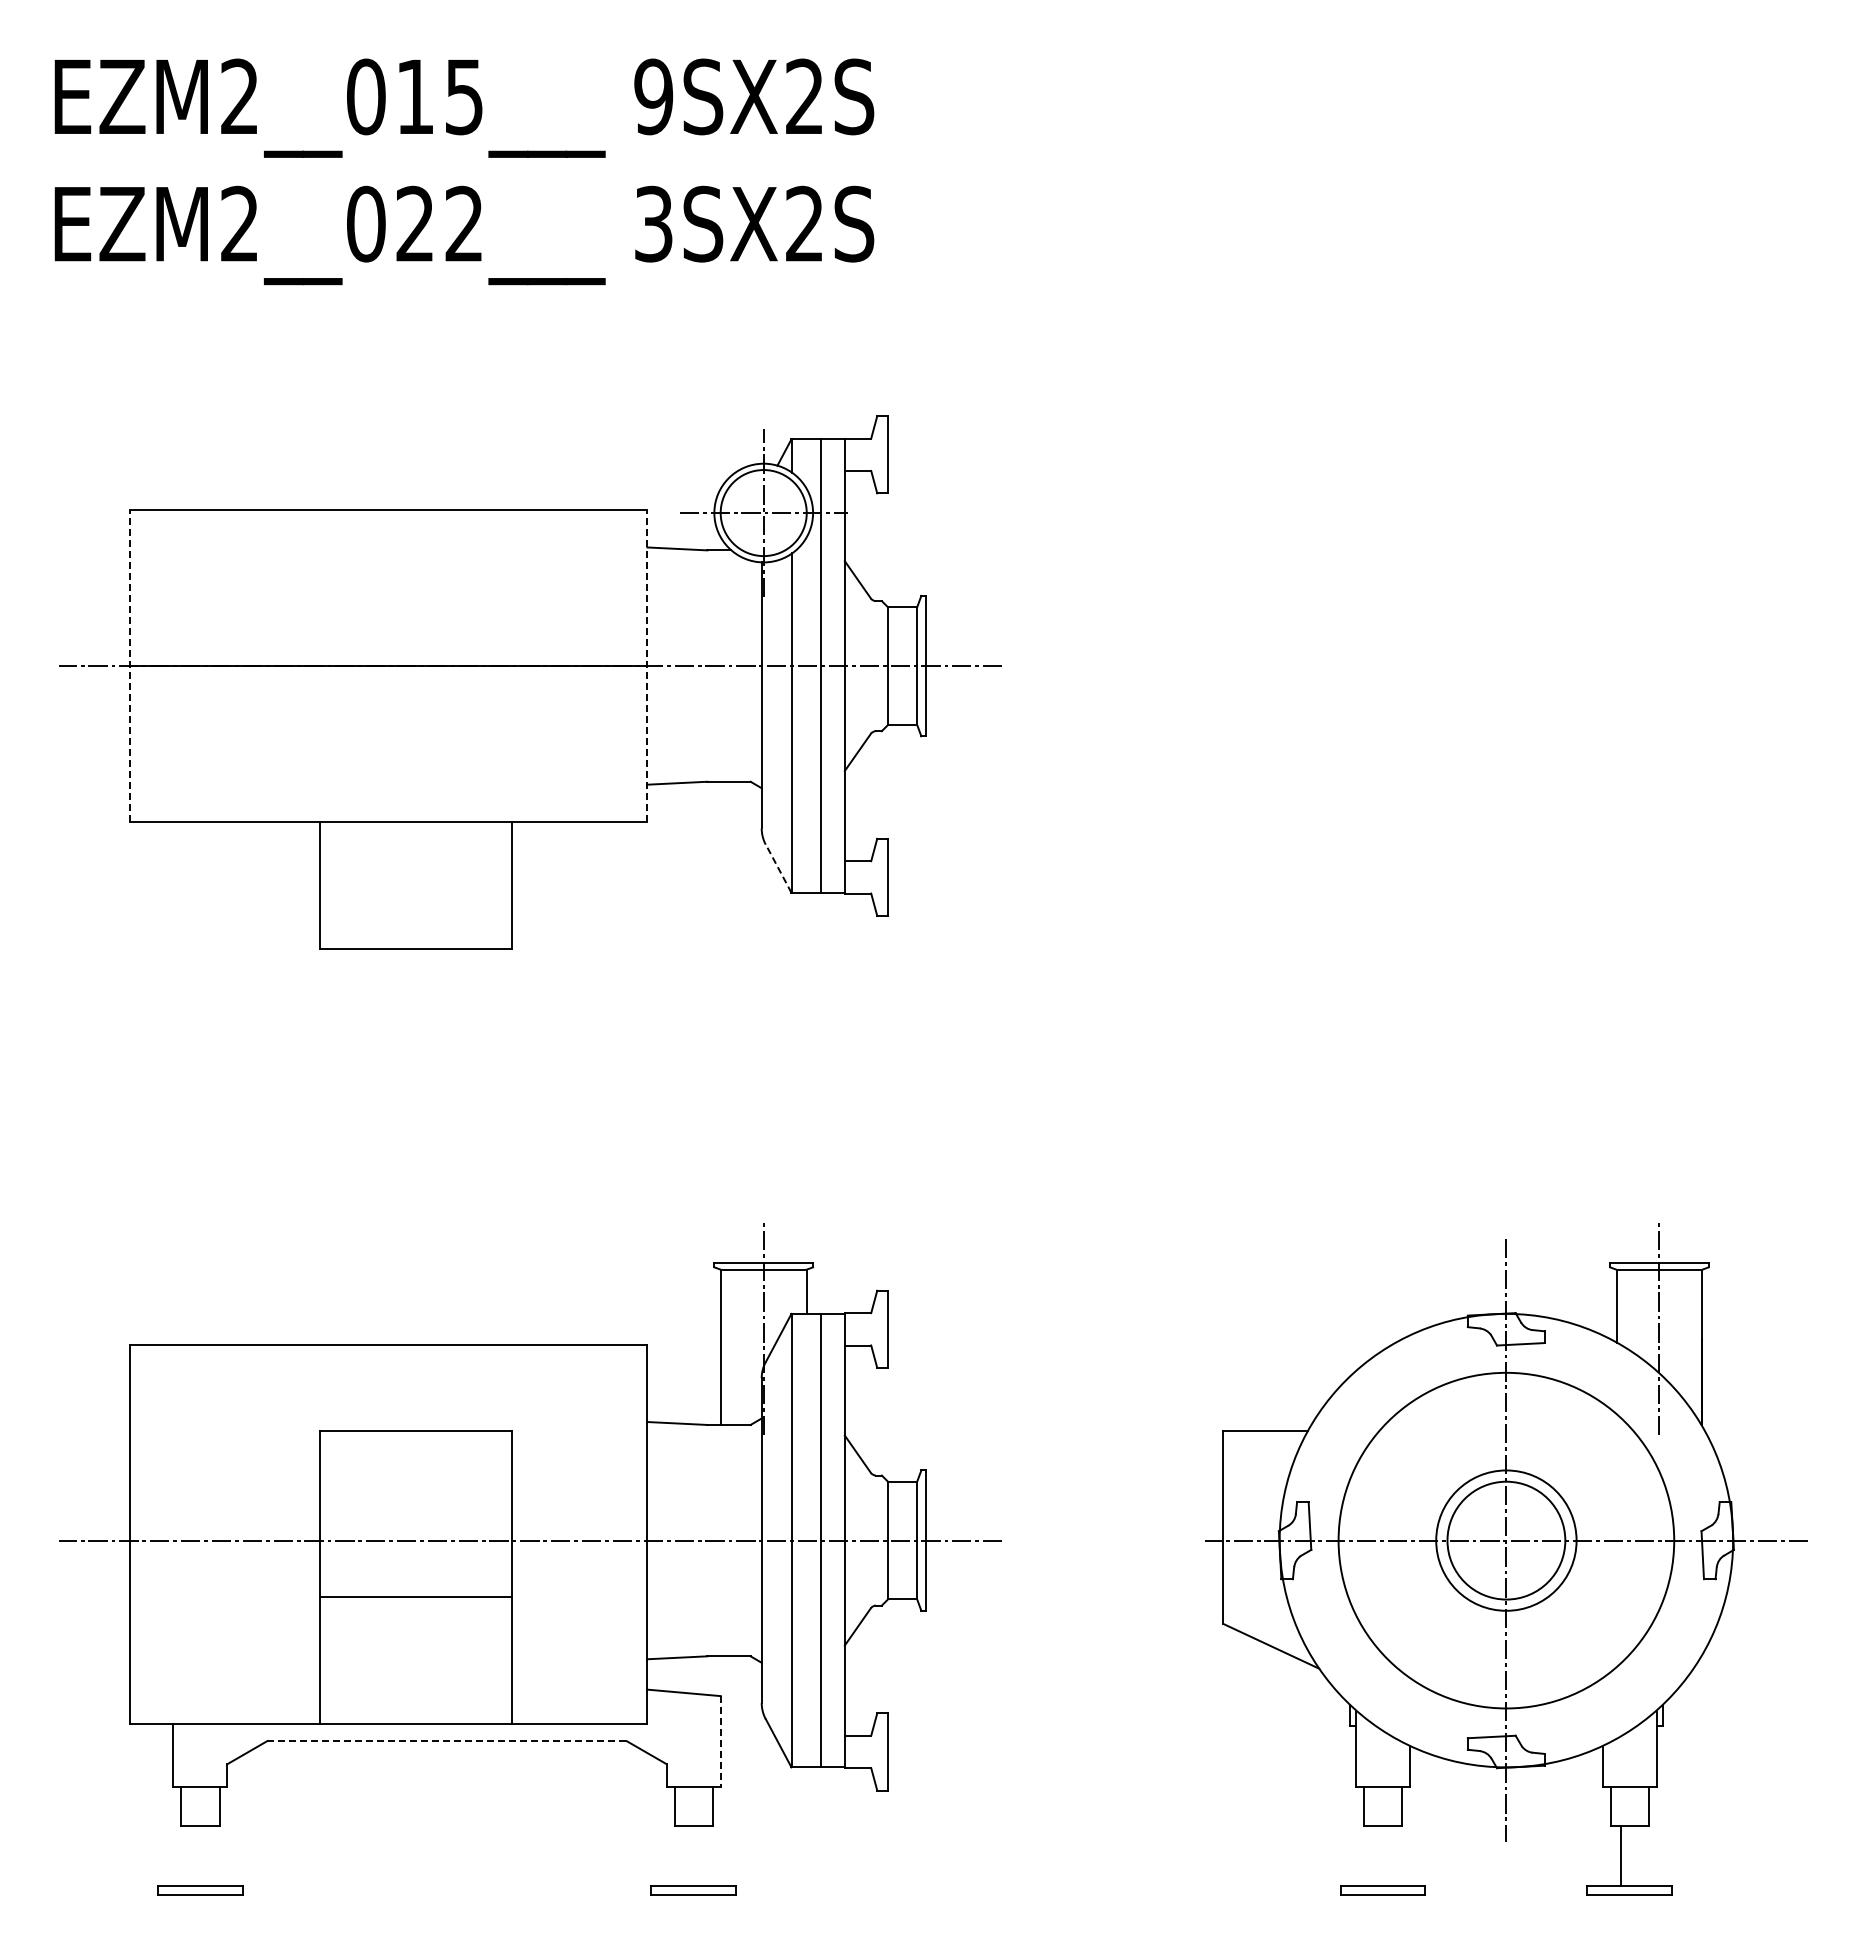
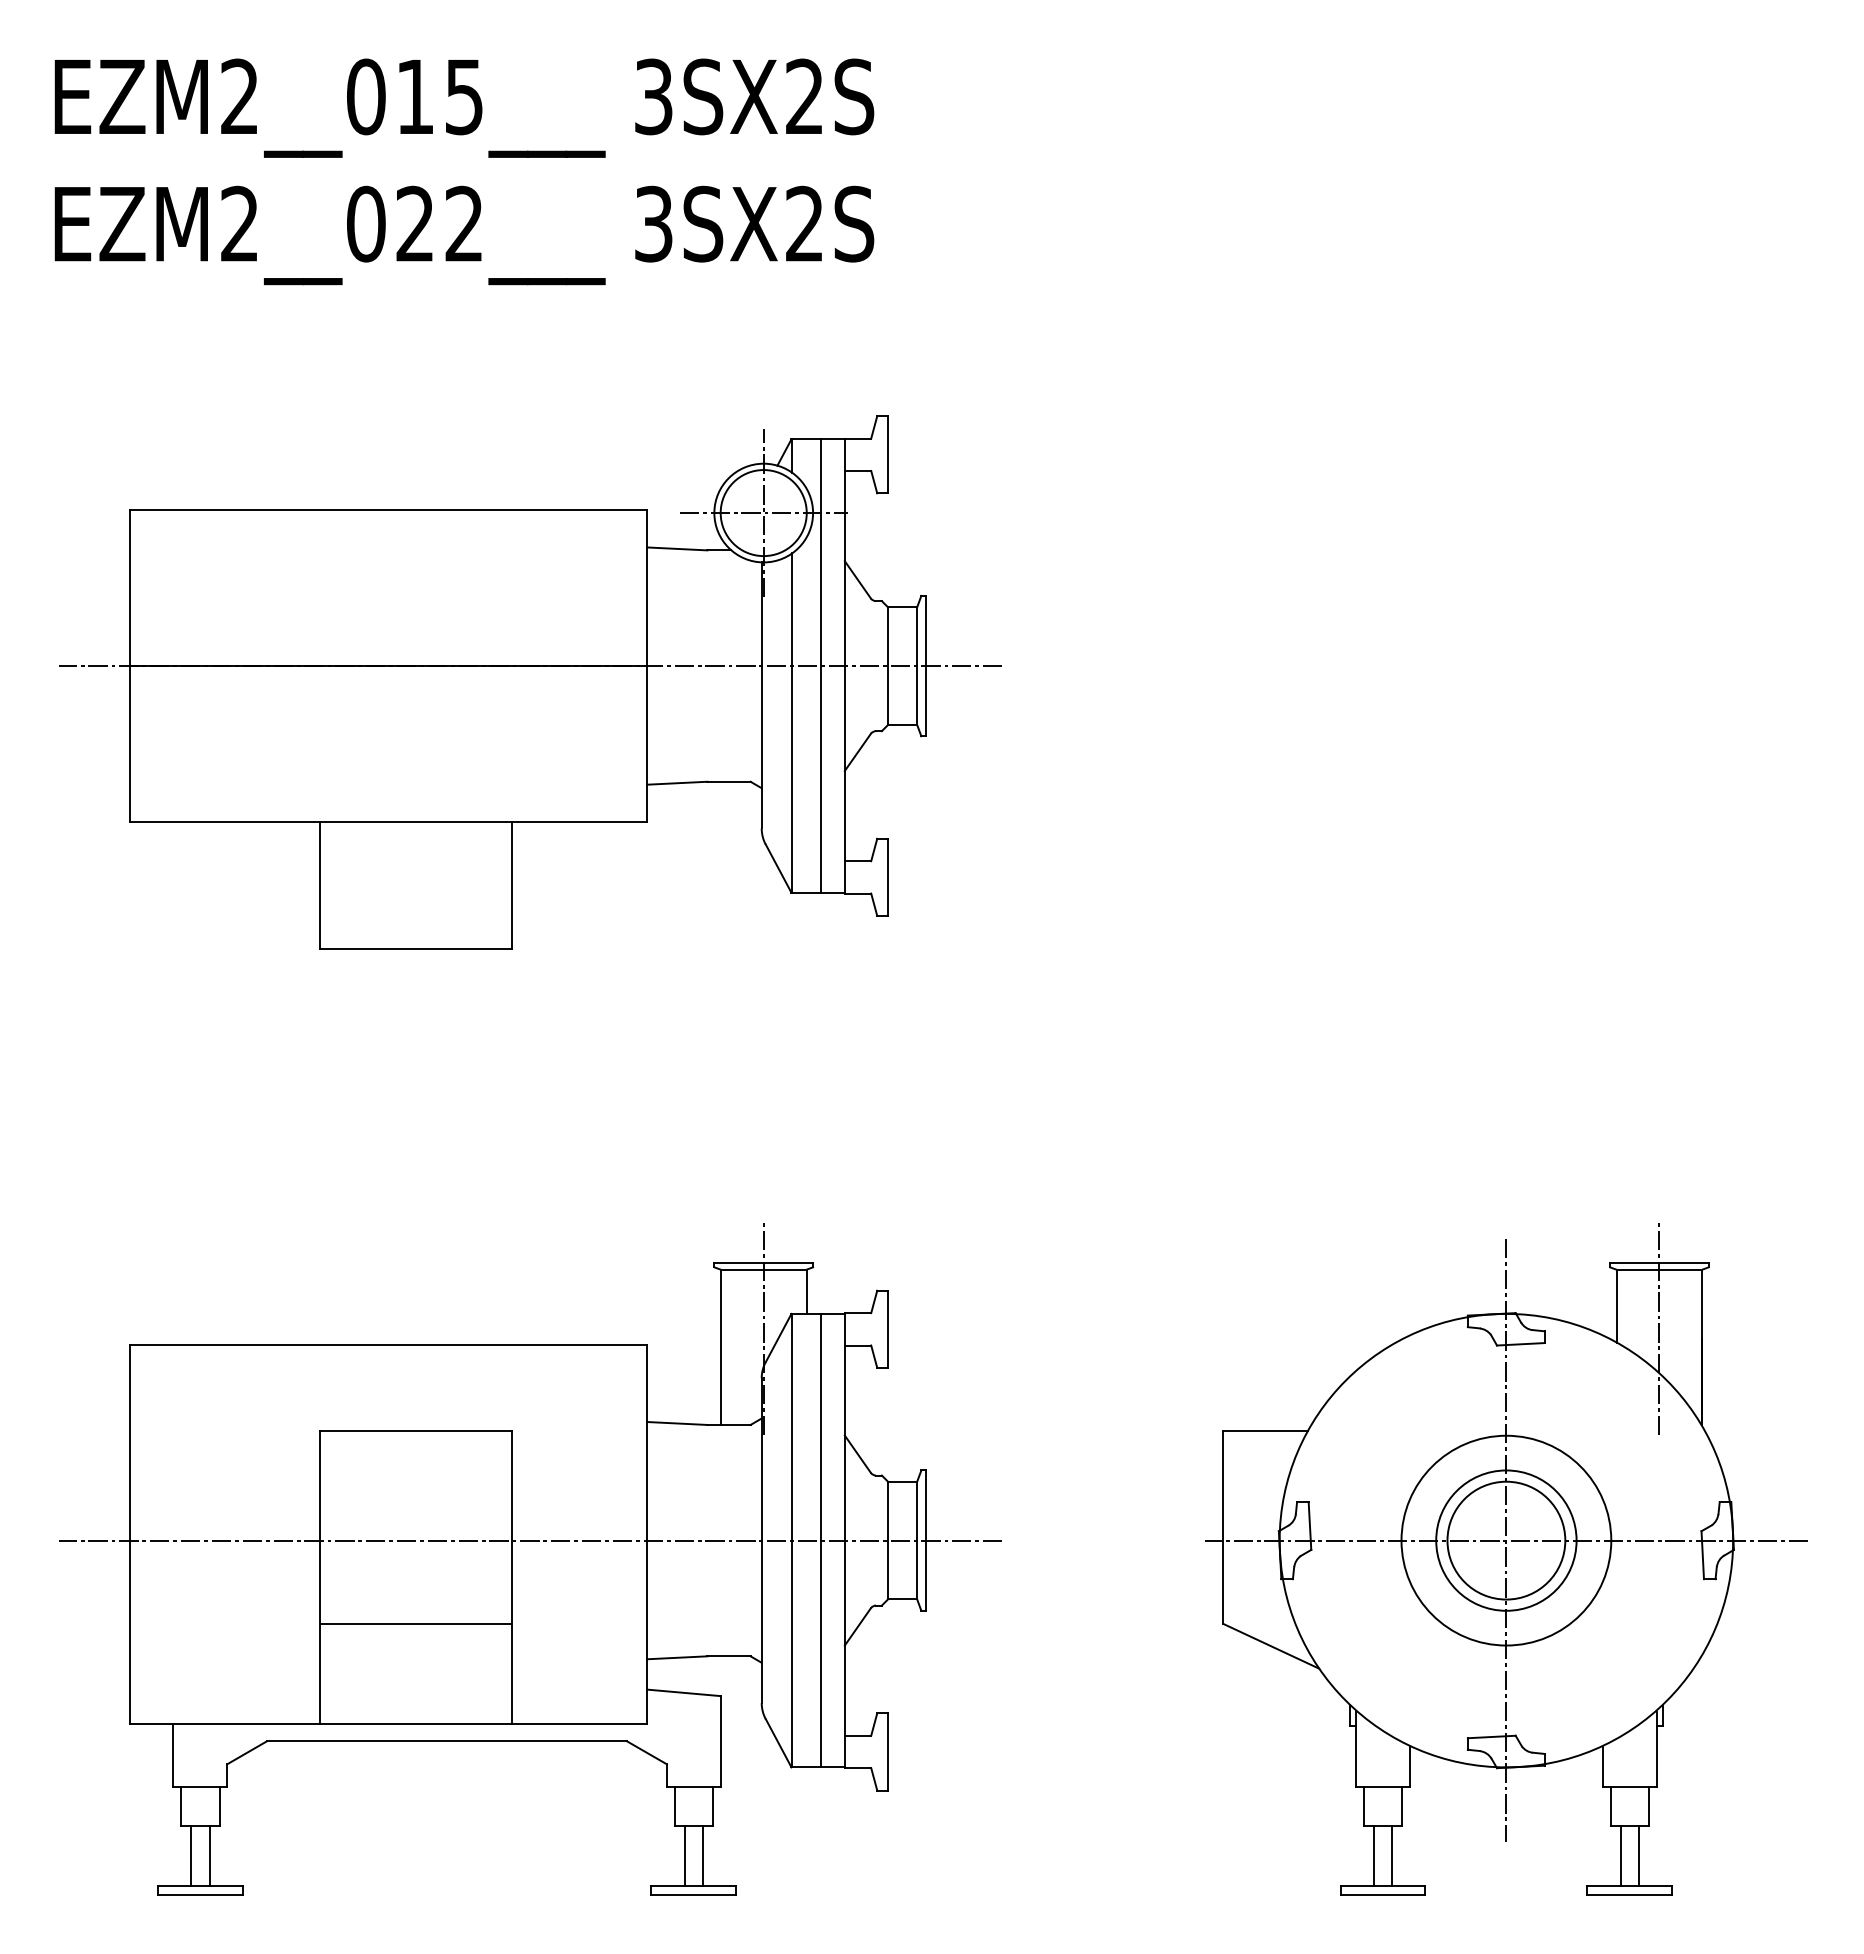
text at (653, 96): 9SX2S -> 3SX2S
line at (129, 665): dashed -> solid
line at (647, 665): dashed -> solid
line at (778, 868): dashed -> solid
circle at (1506, 1540) diameter: 336 px -> 210 px
line at (415, 1596) position: (415, 1596) -> (415, 1623)
line at (446, 1741): dashed -> solid
line at (720, 1741): dashed -> solid
line at (191, 1855): none -> present
line at (209, 1855): none -> present
line at (684, 1855): none -> present
line at (703, 1855): none -> present
line at (1373, 1855): none -> present
line at (1392, 1855): none -> present
line at (1639, 1855): none -> present
